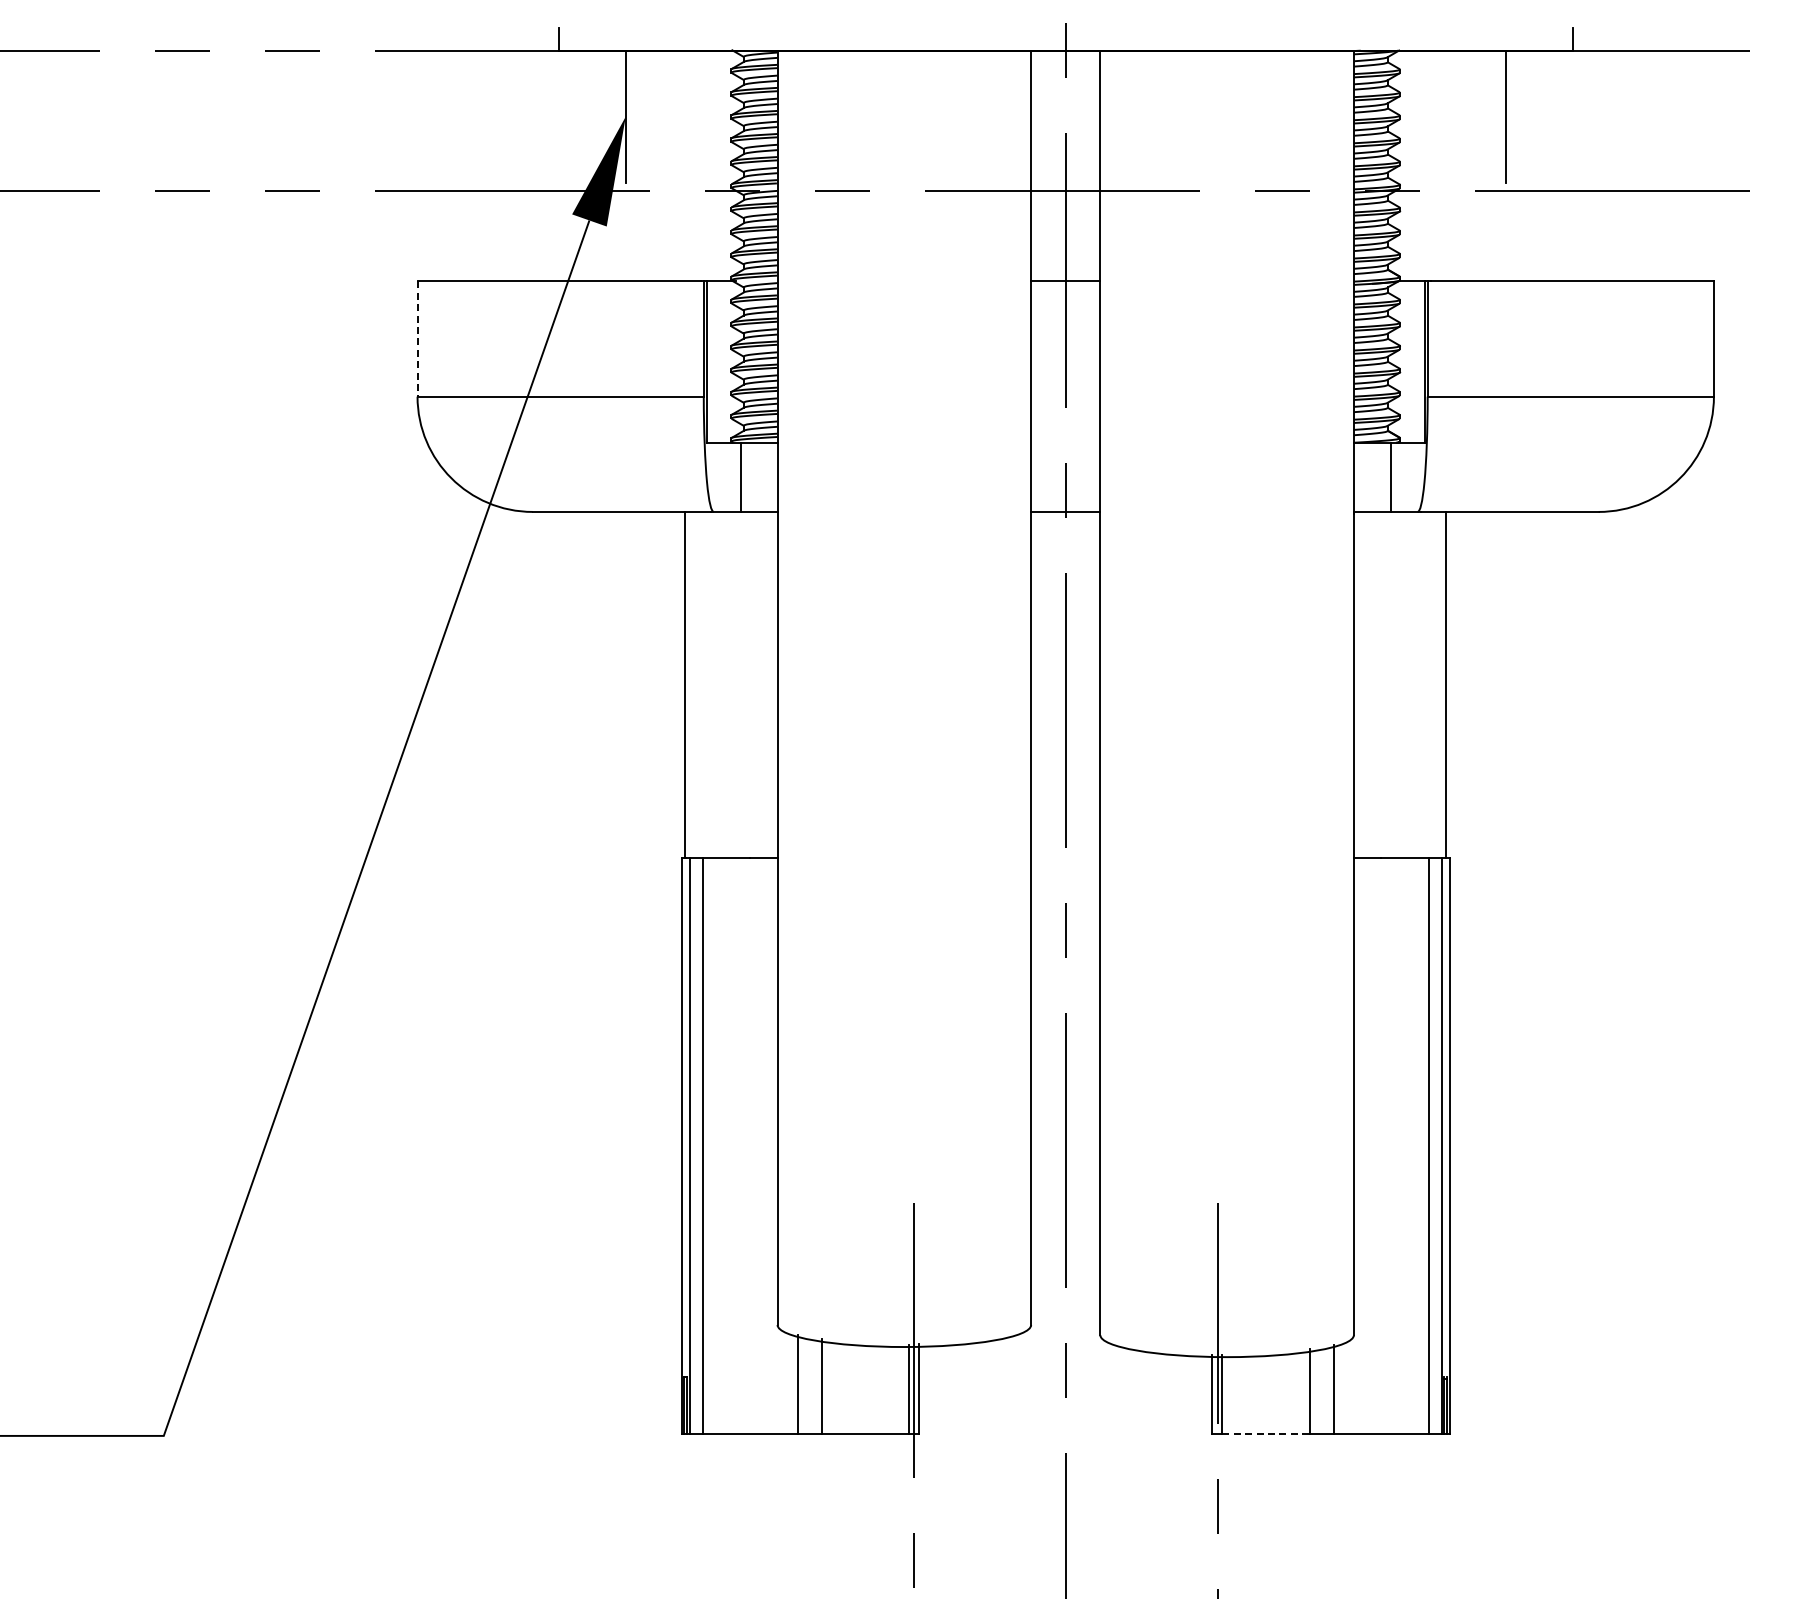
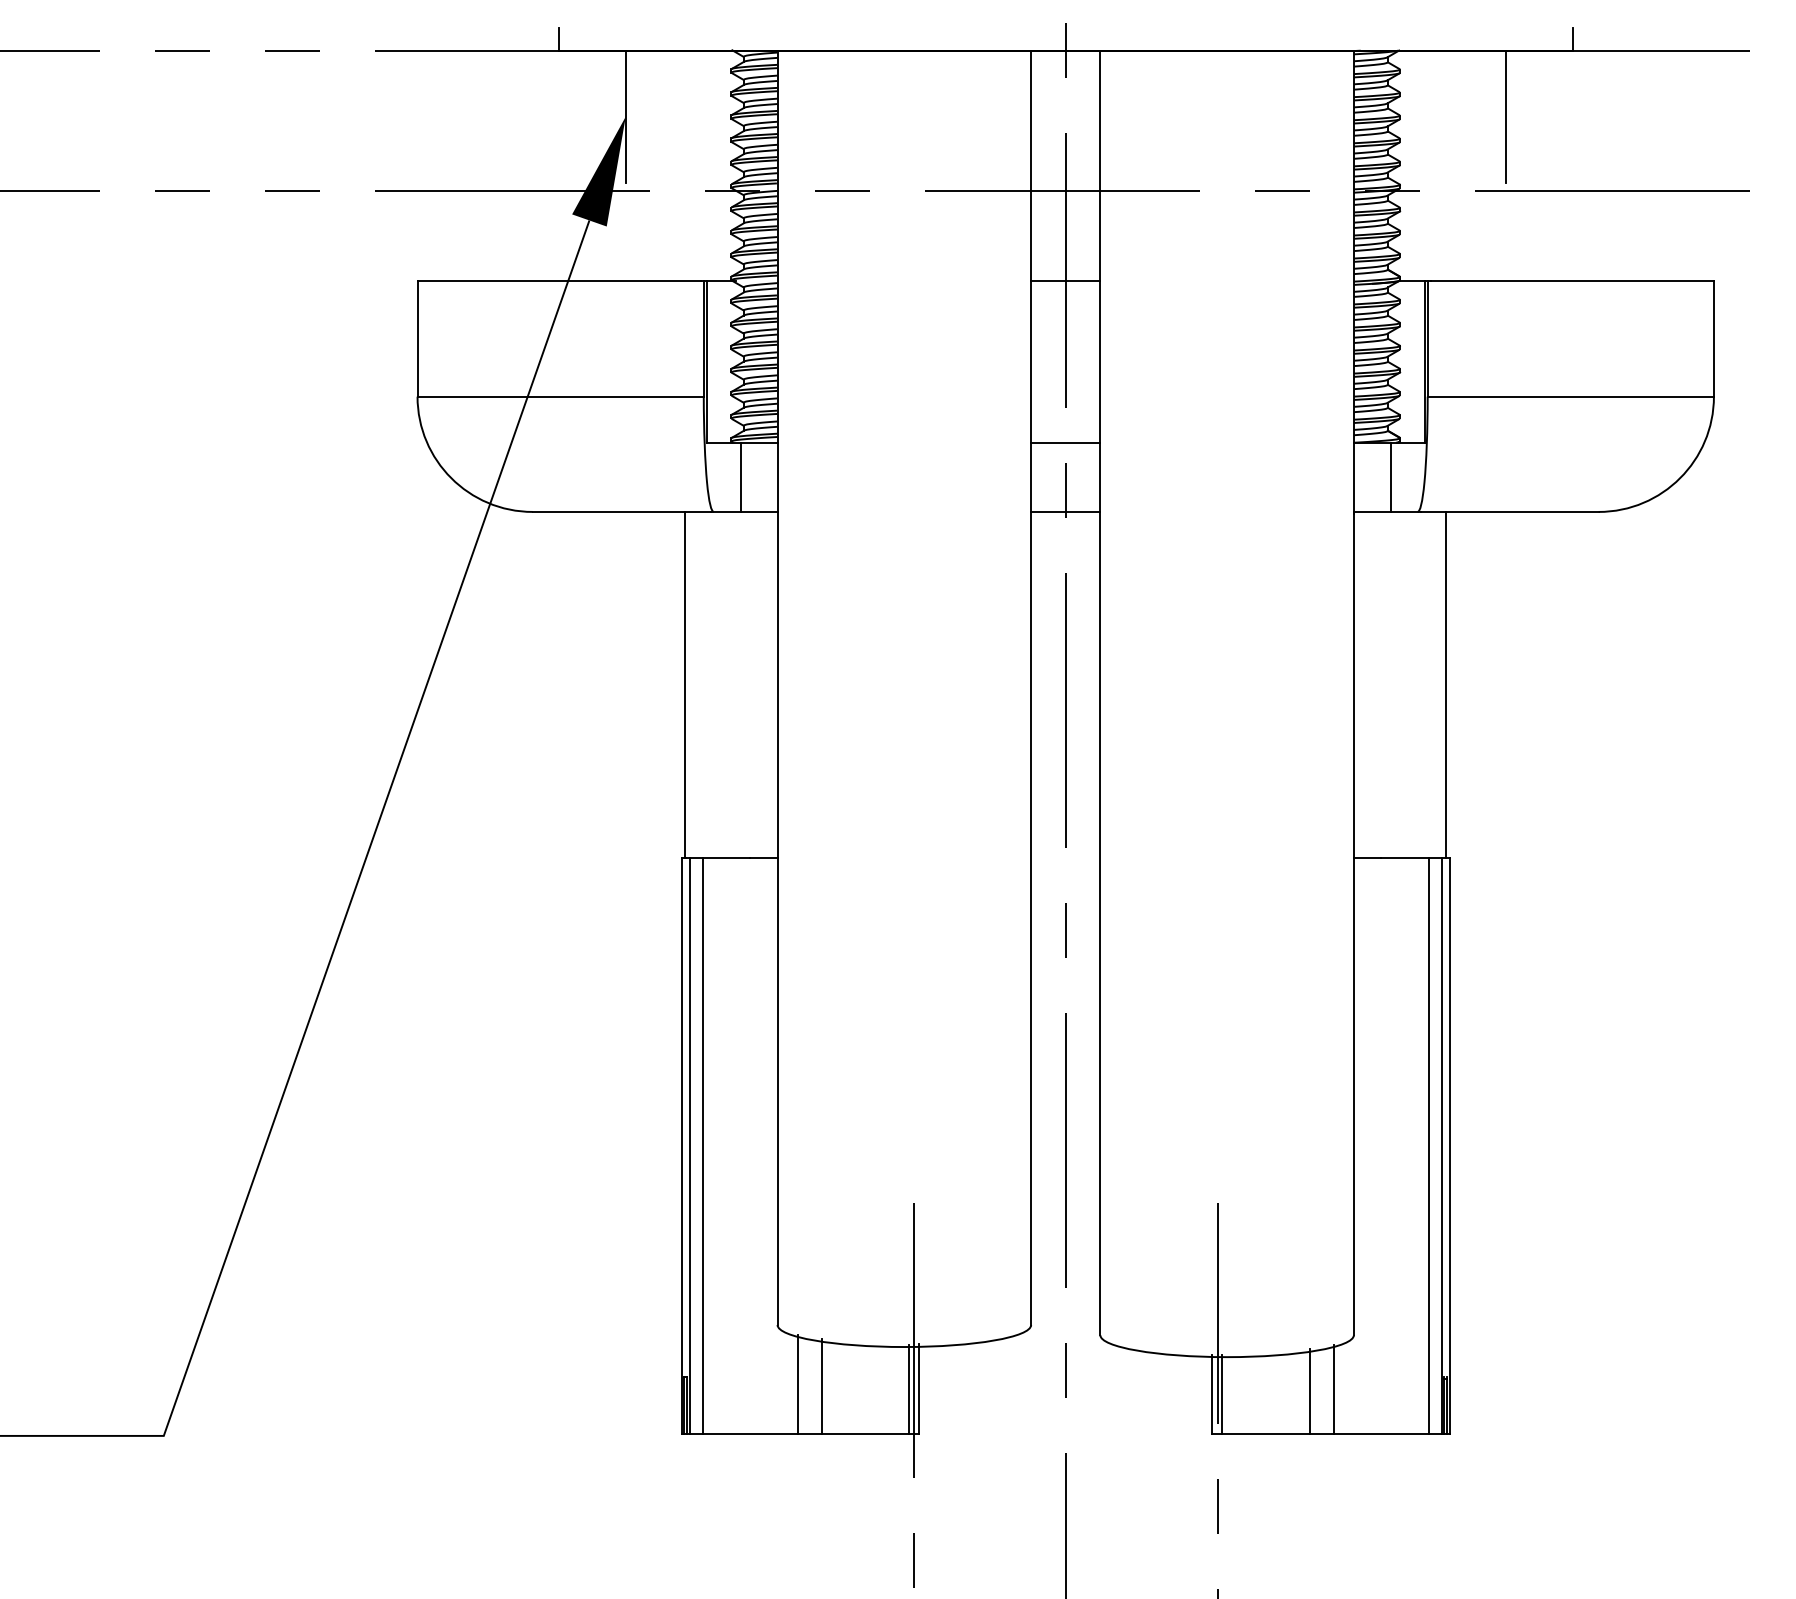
line at (417, 339): dashed -> solid
line at (1065, 442): none -> present
line at (1266, 1434): dashed -> solid
